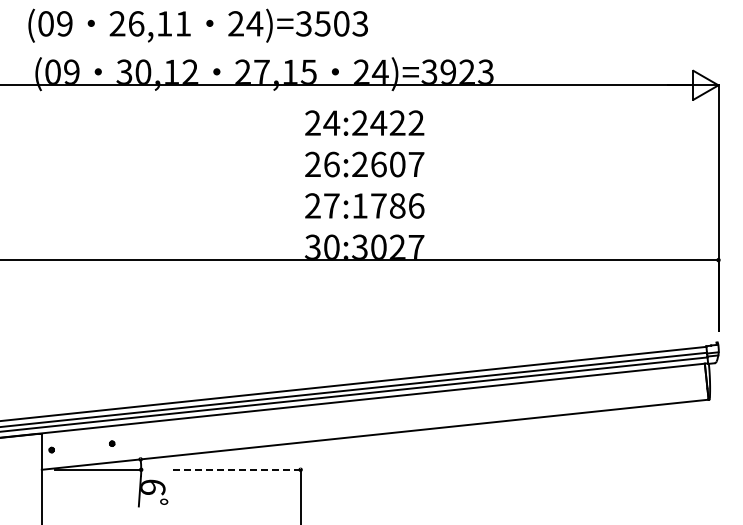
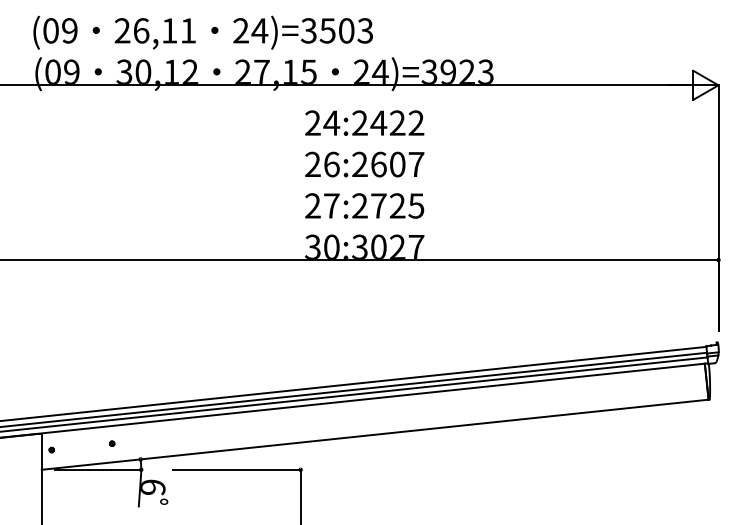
text at (197, 25) position: (197, 25) -> (202, 32)
text at (388, 205): 27:1786 -> 27:2725
line at (237, 469): dashed -> solid
